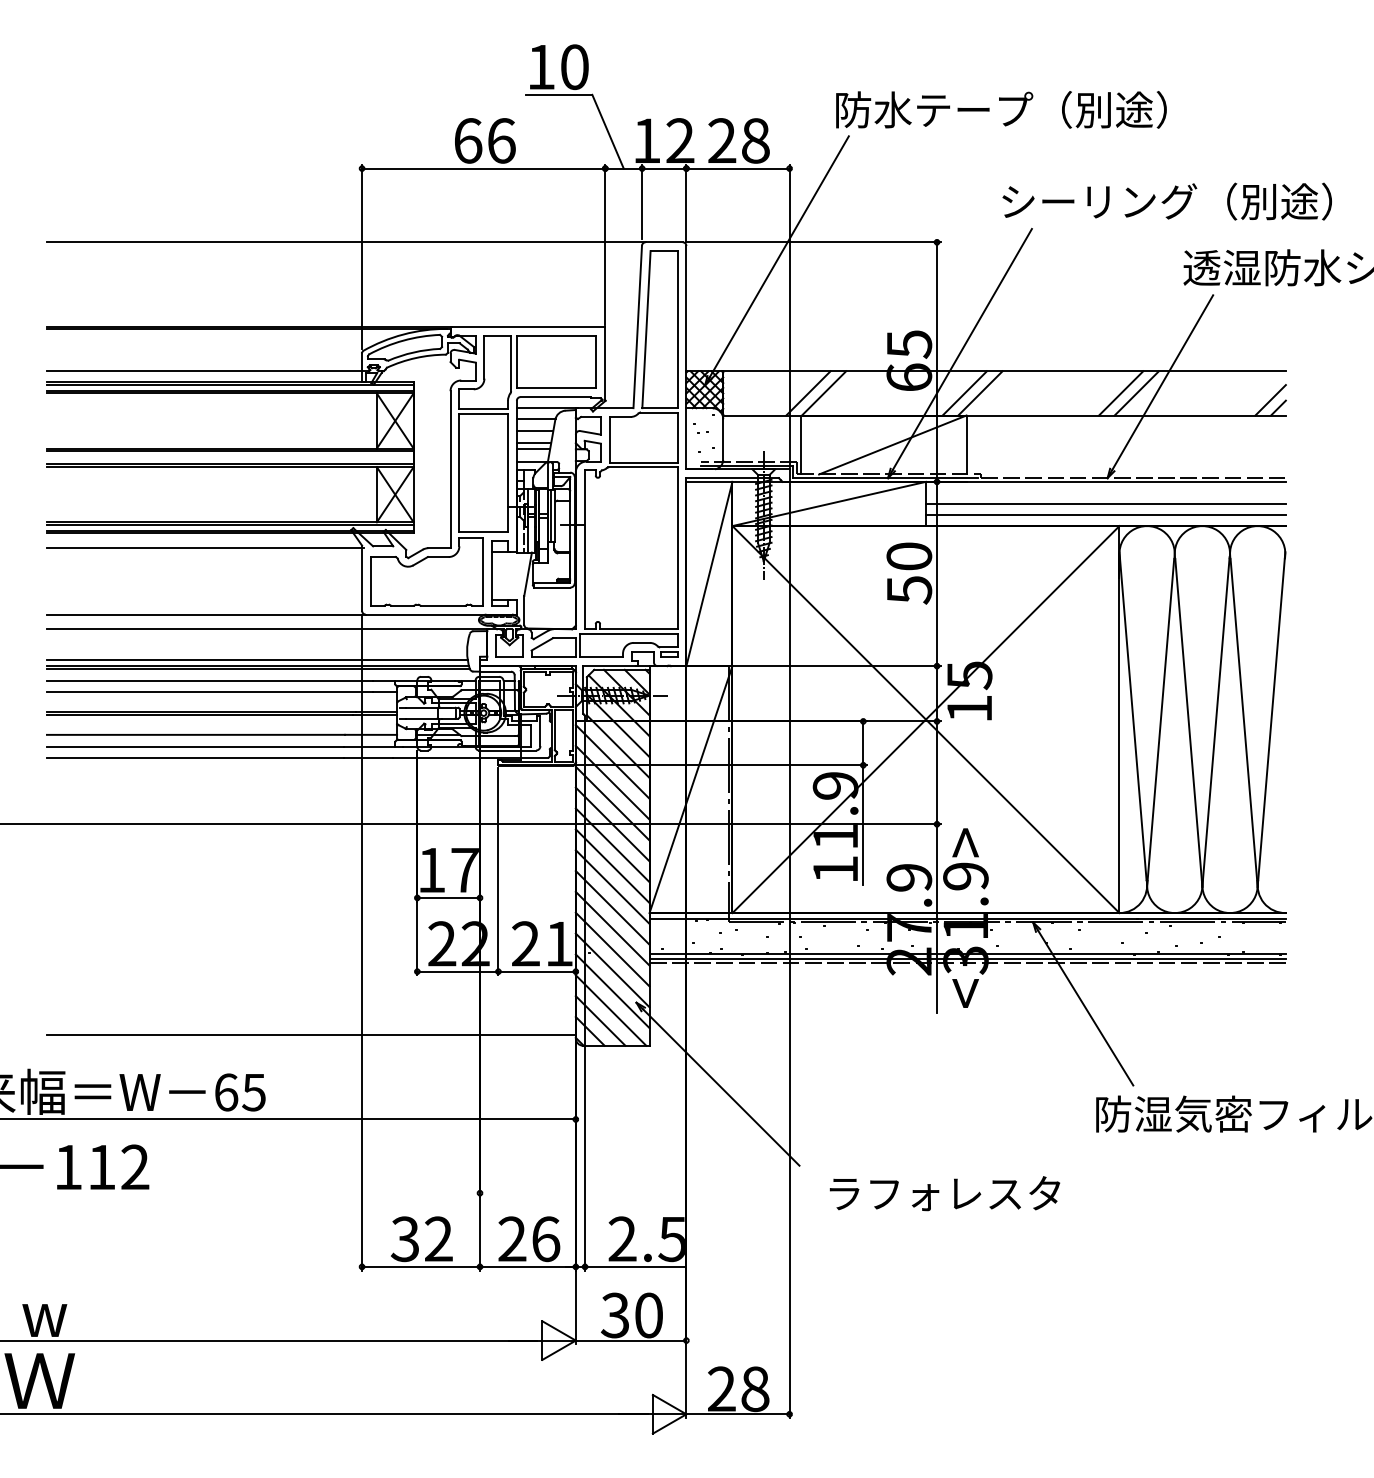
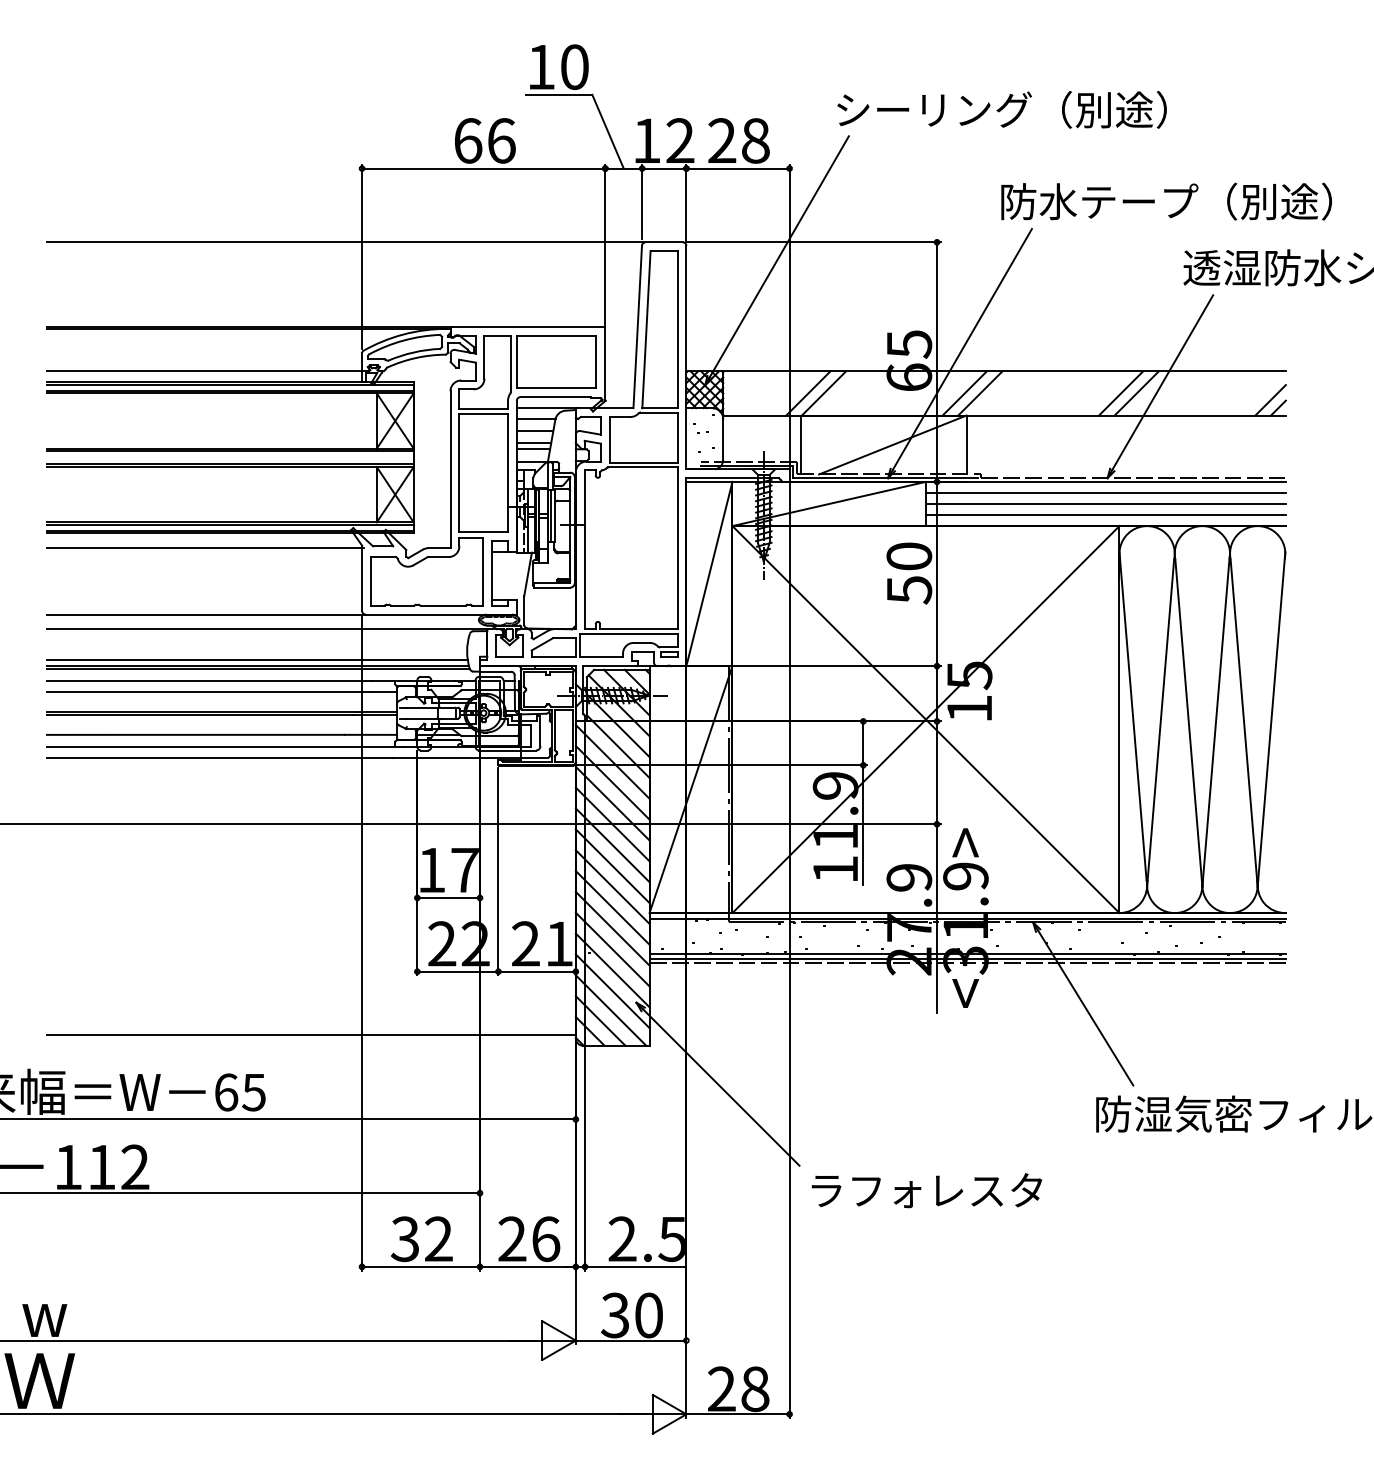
text at (934, 109): 防水テープ（別途） -> シーリング（別途）
text at (1099, 201): シーリング（別途） -> 防水テープ（別途）
line at (1105, 492): none -> present
line at (241, 1193): none -> present
text at (944, 1193) position: (944, 1193) -> (926, 1190)
